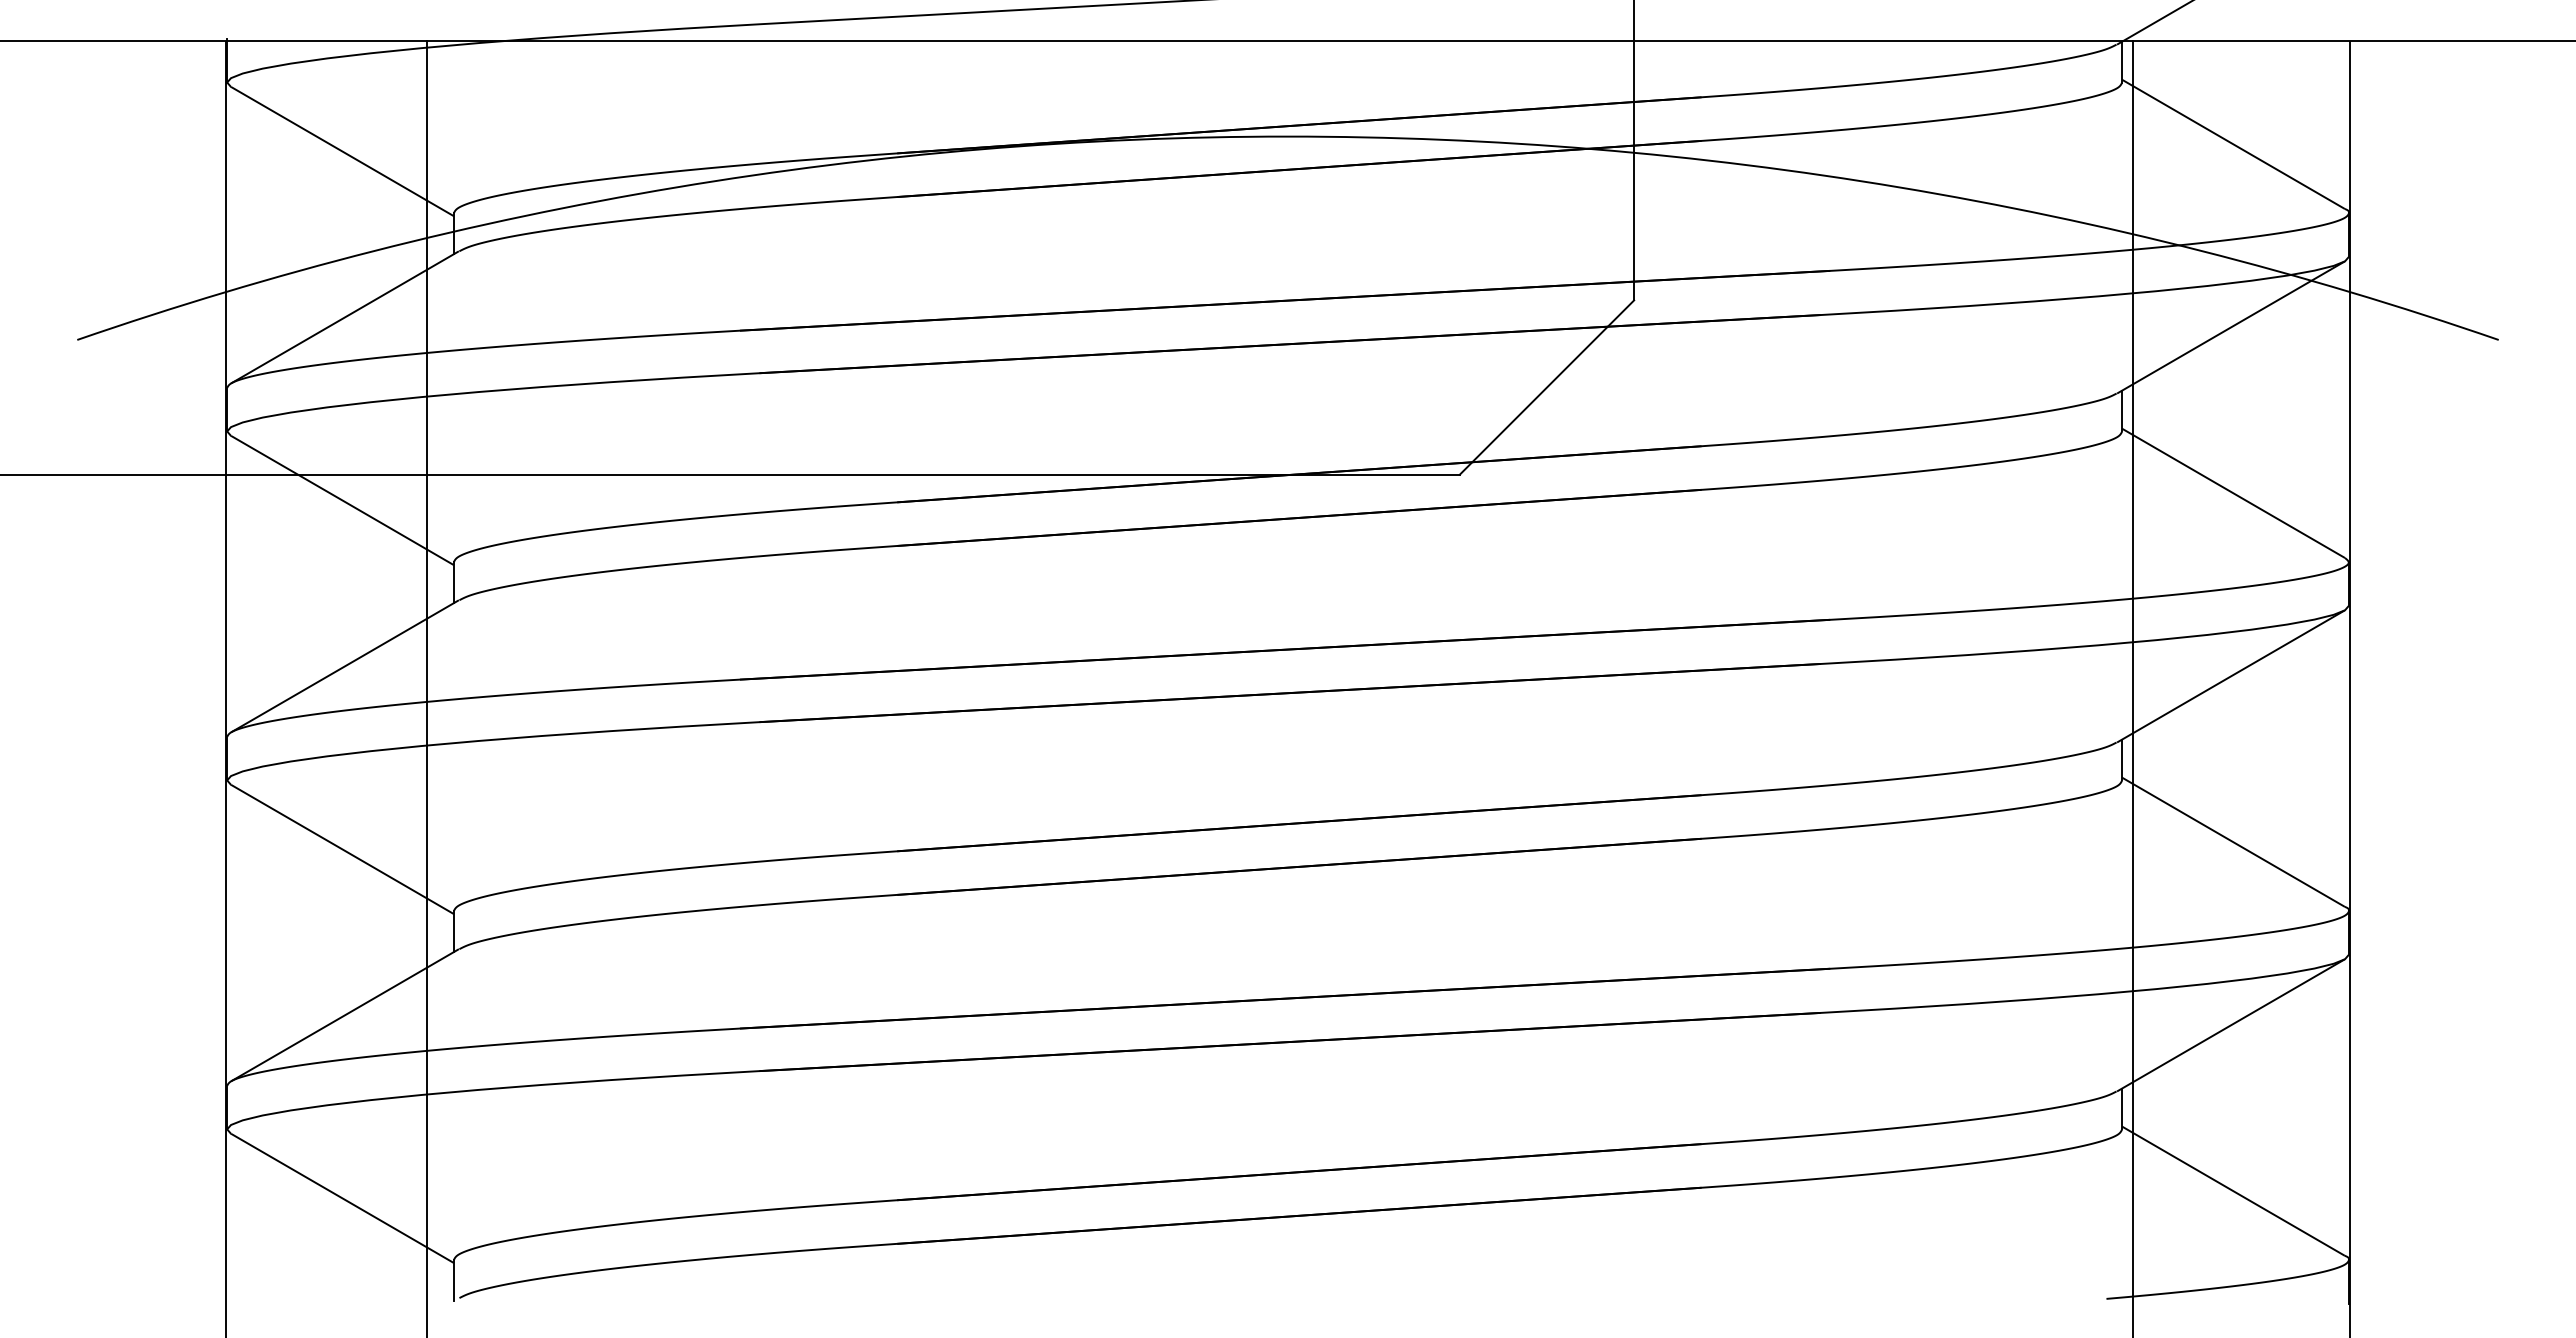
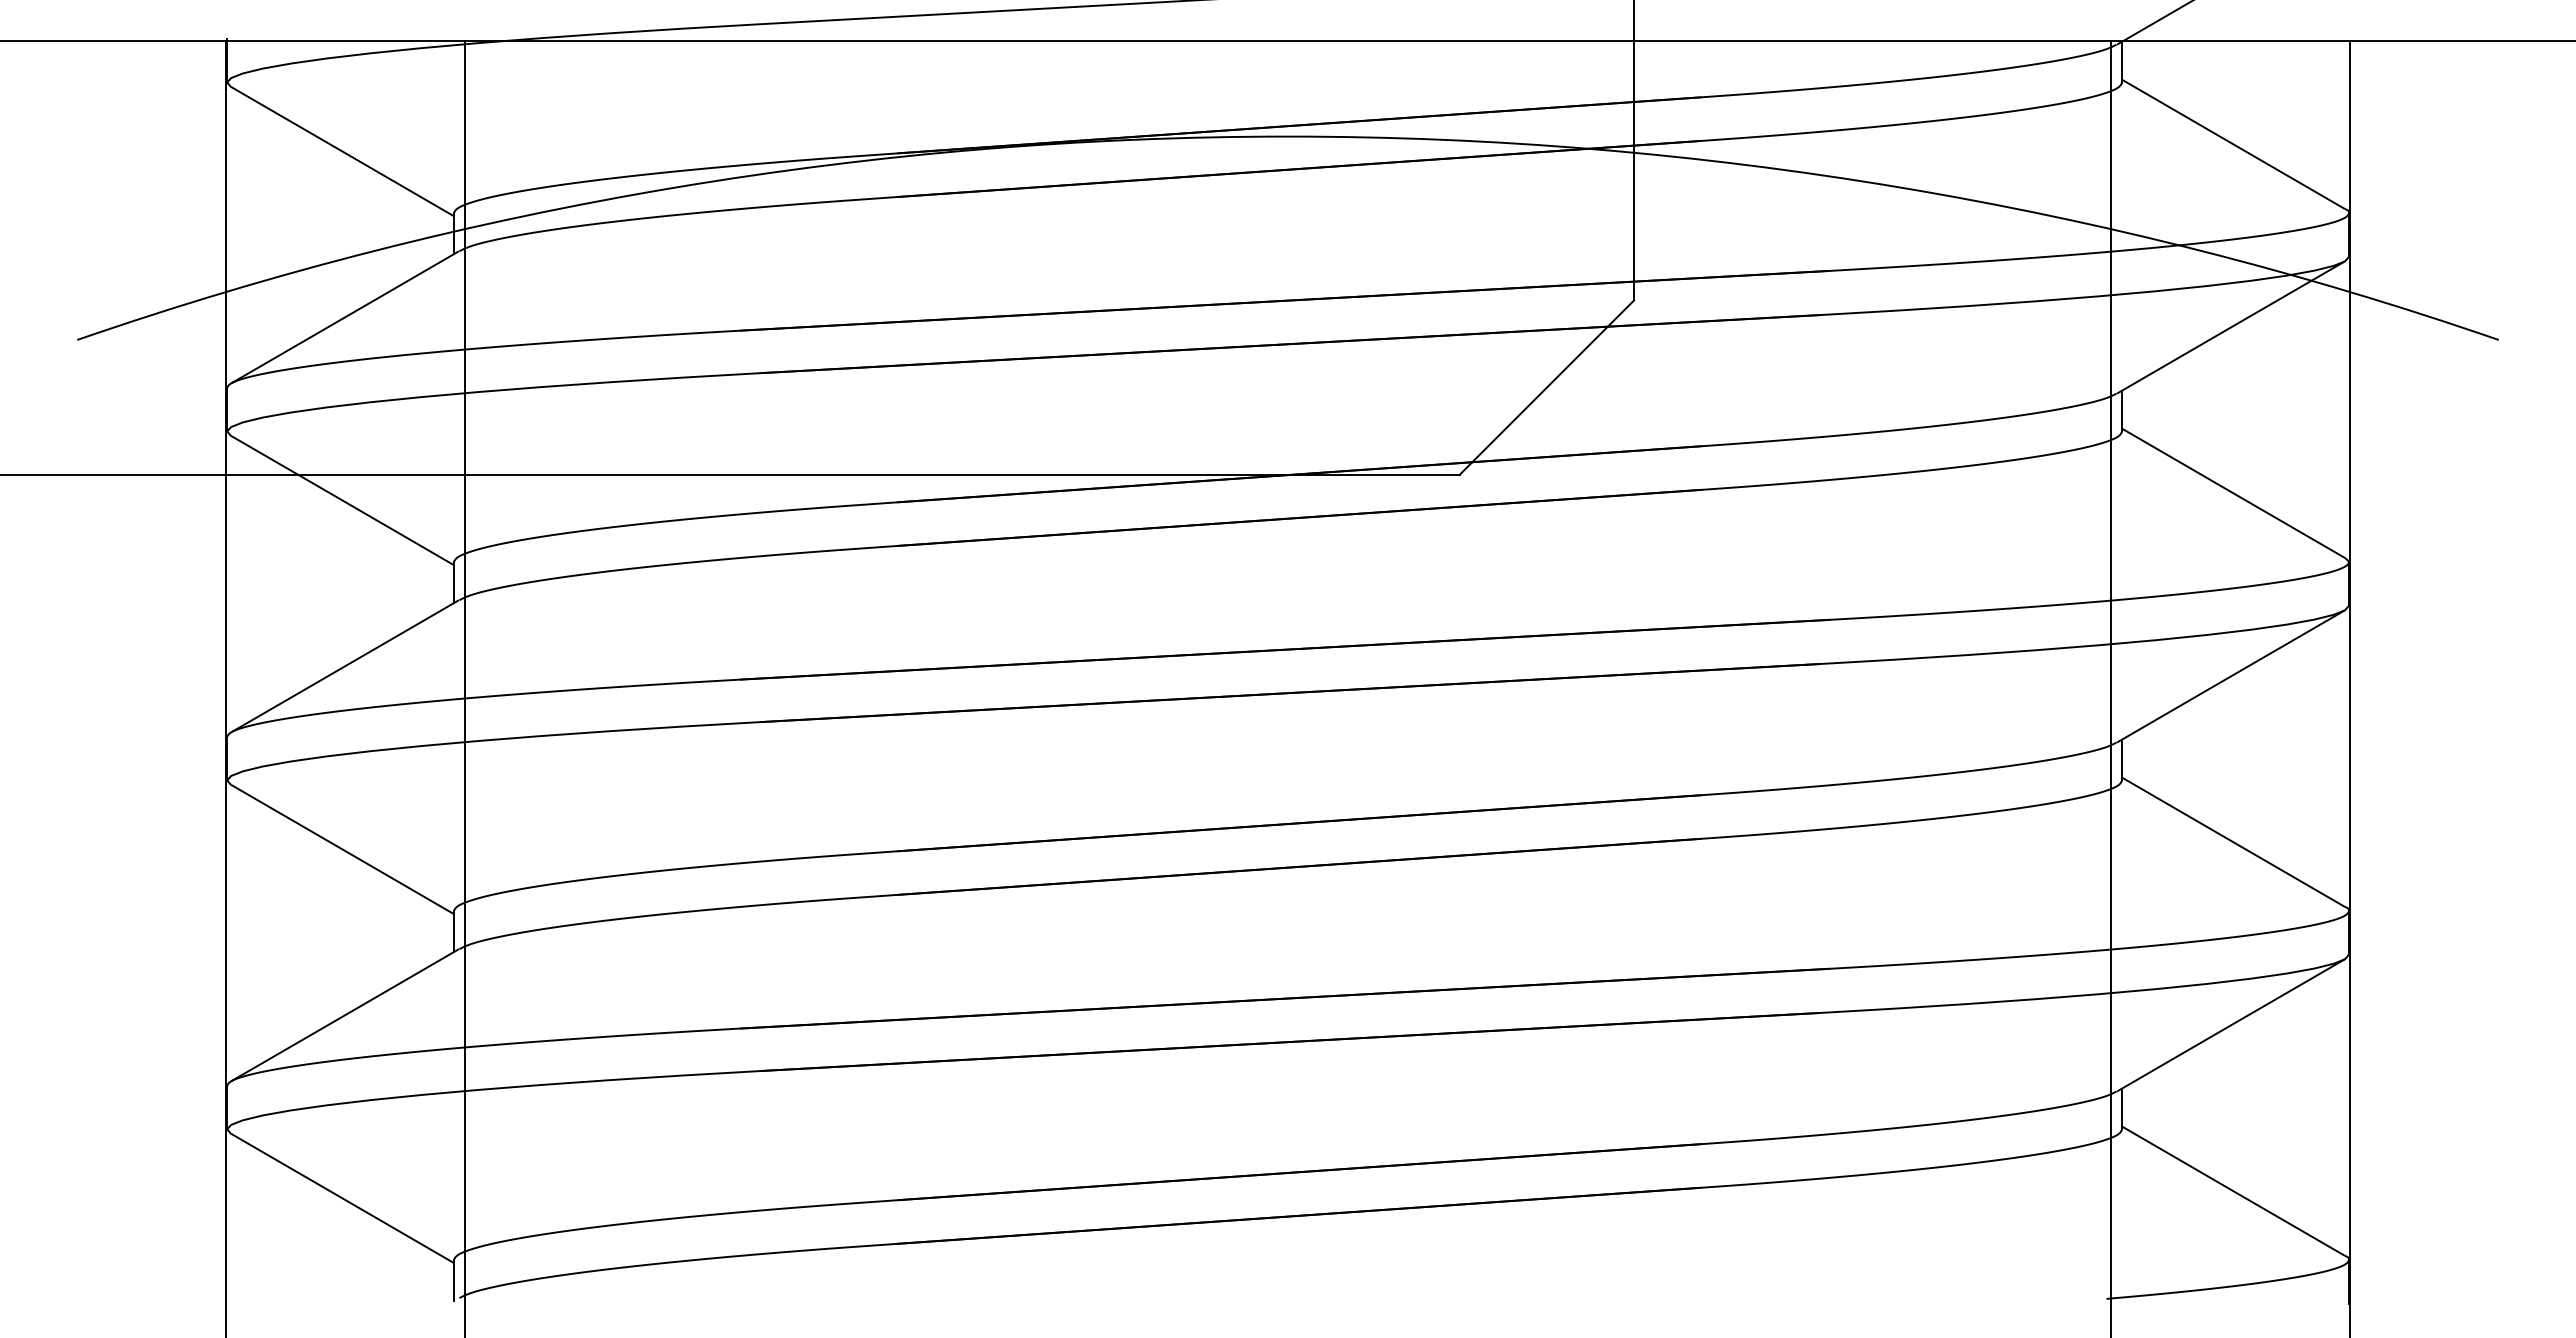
line at (426, 687) position: (426, 687) -> (464, 687)
line at (2133, 687) position: (2133, 687) -> (2111, 687)
